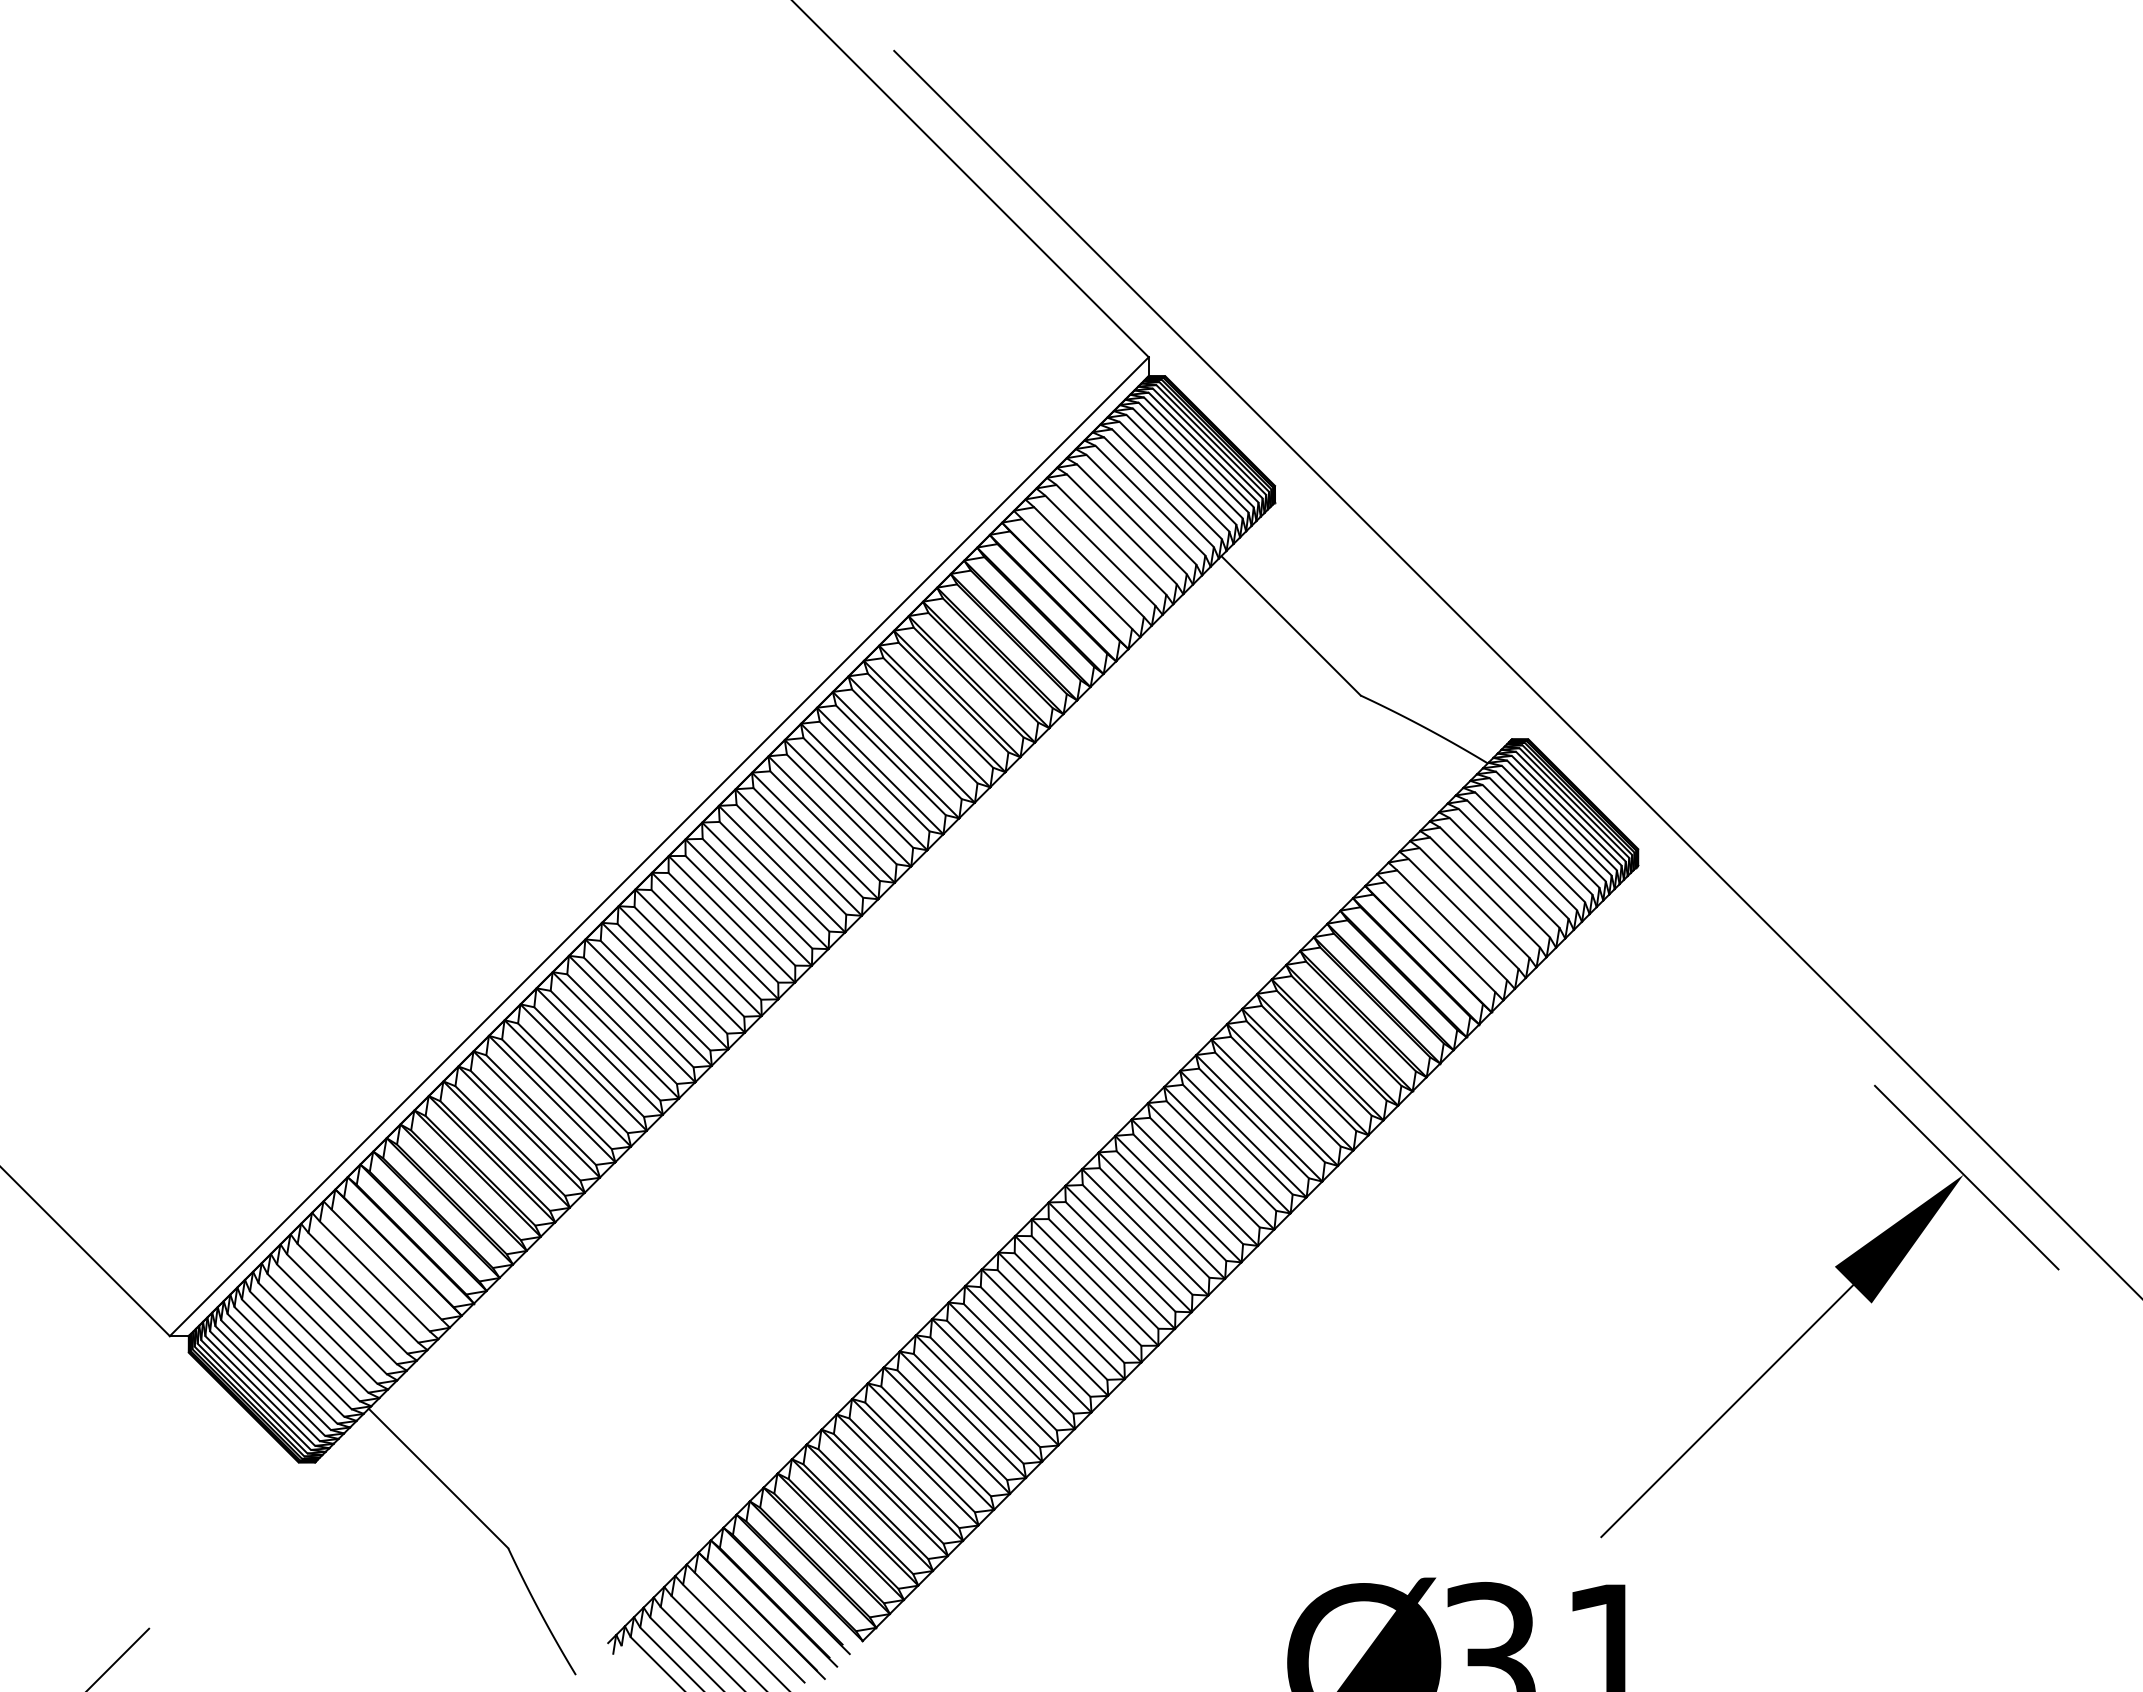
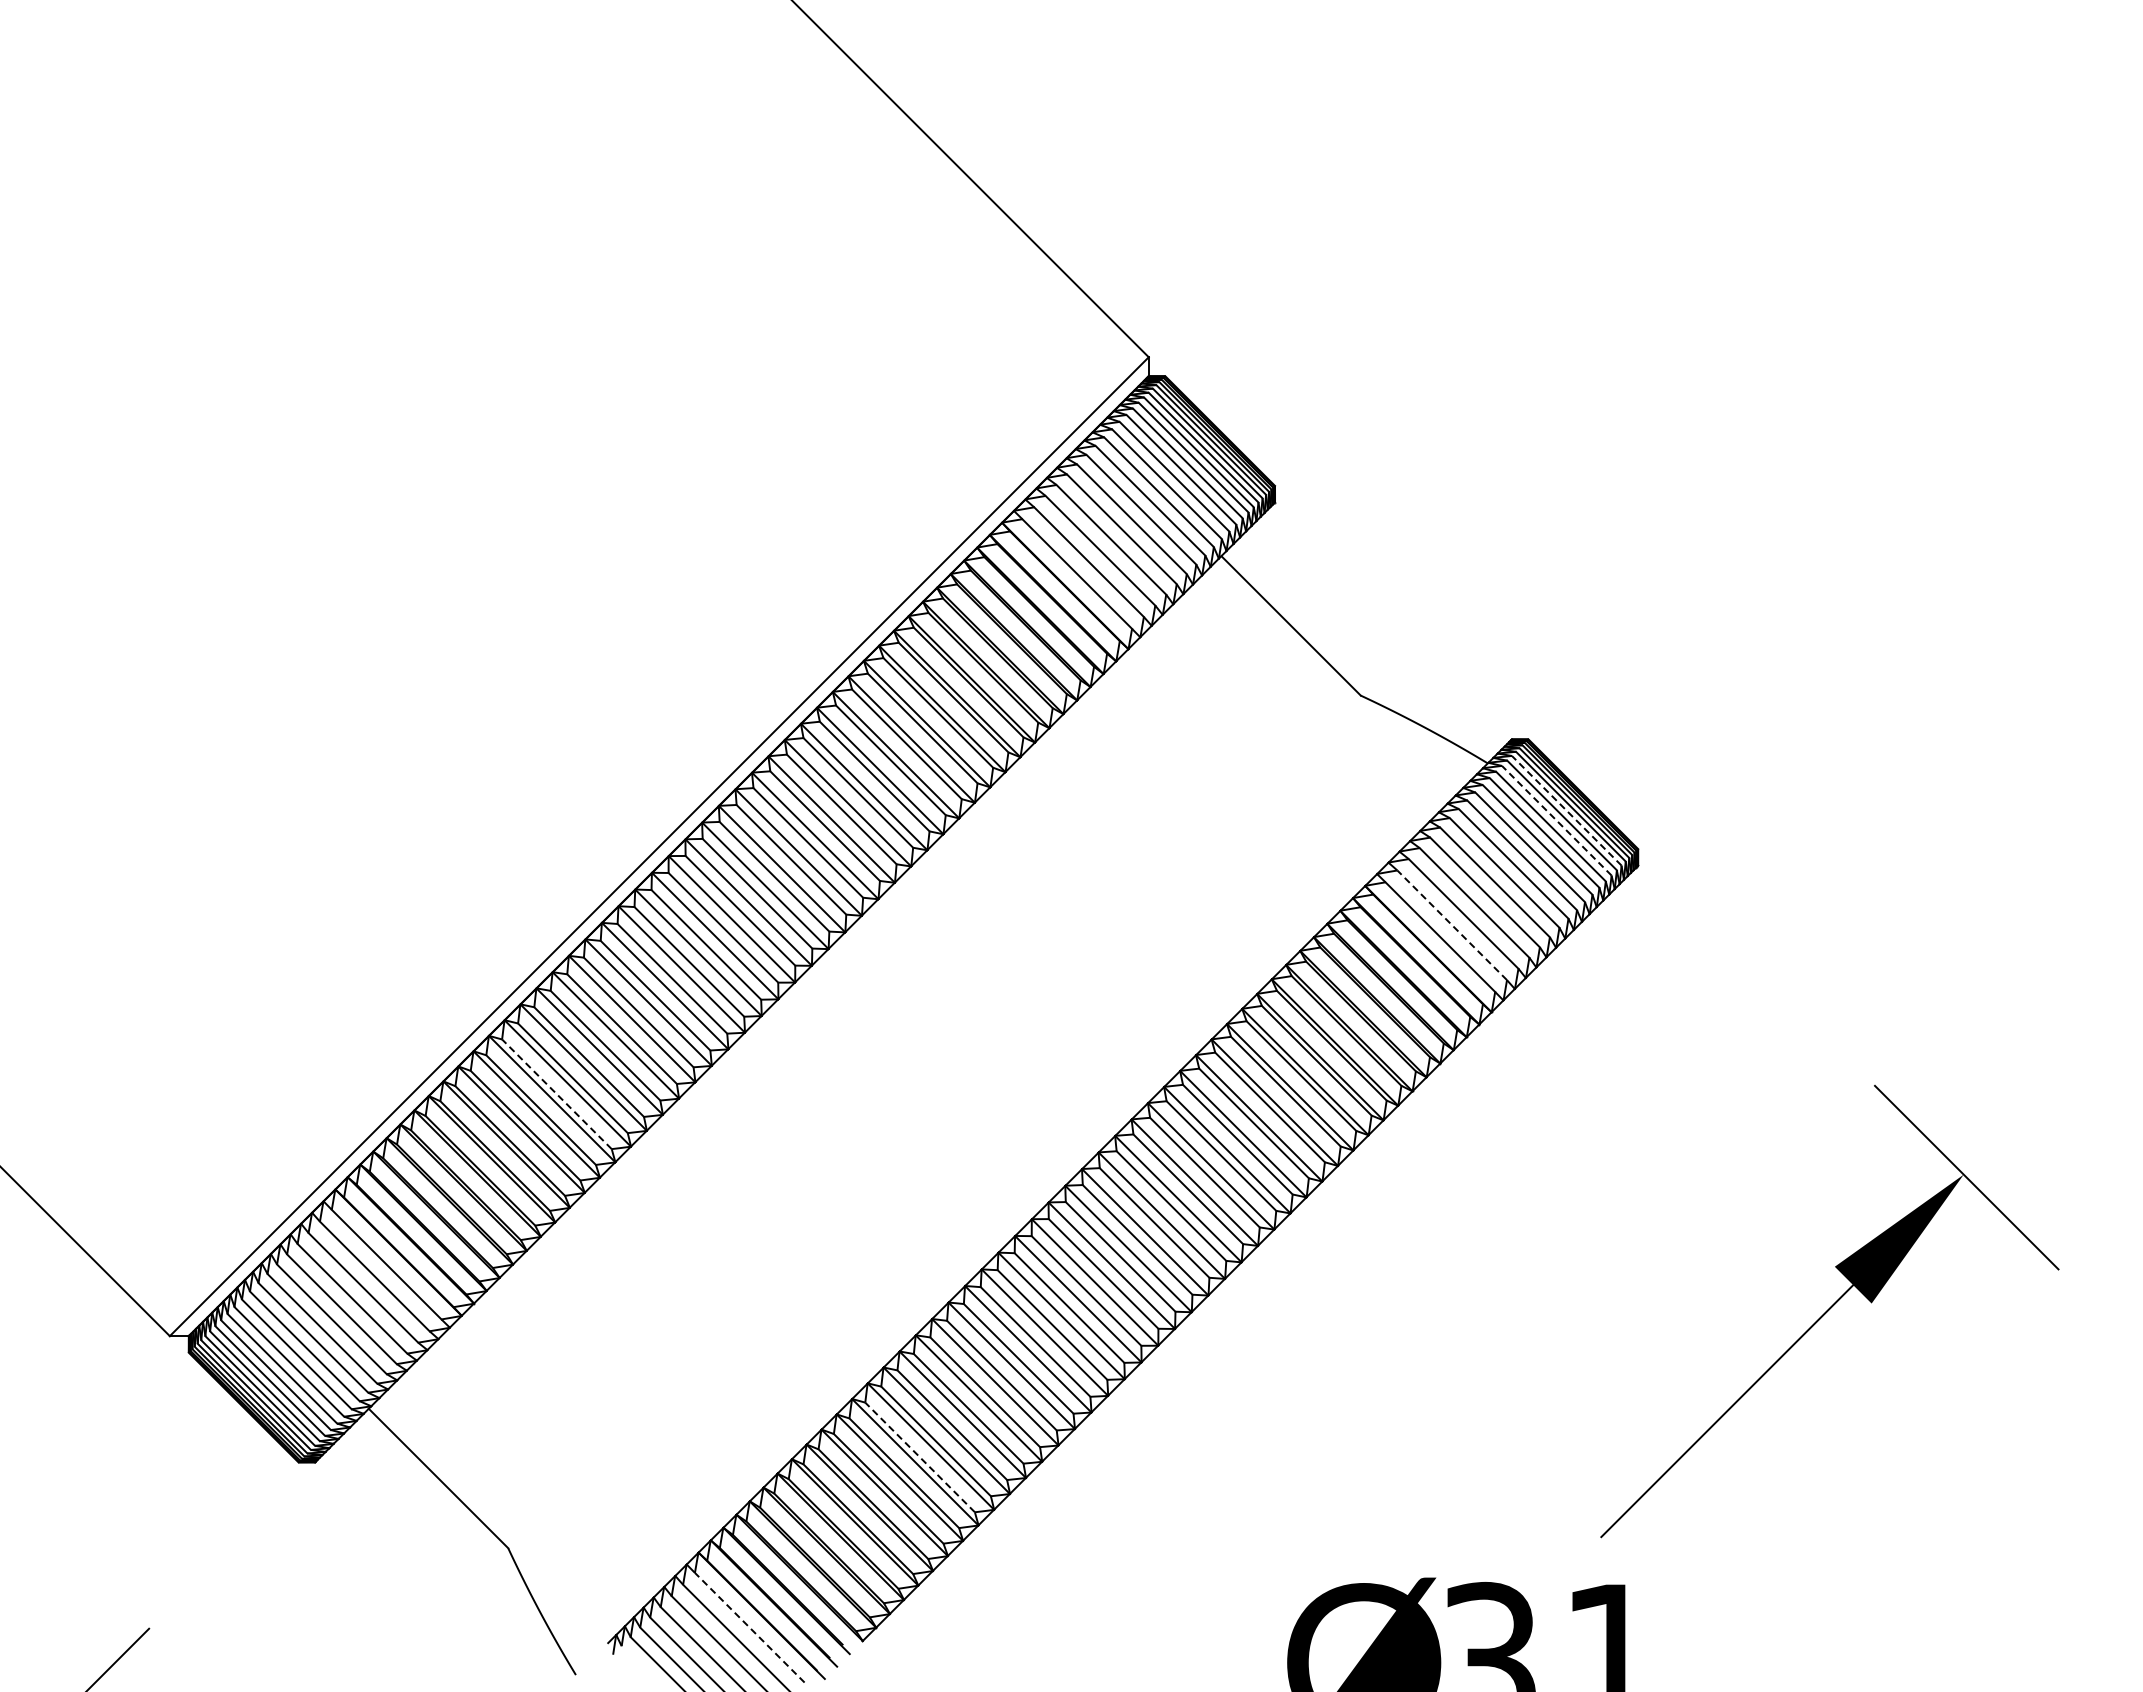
line at (1516, 673): present -> none
line at (1566, 810): solid -> dashed
line at (1556, 820): solid -> dashed
line at (1452, 925): solid -> dashed
line at (556, 1094): solid -> dashed
line at (920, 1457): solid -> dashed
line at (749, 1627): solid -> dashed
